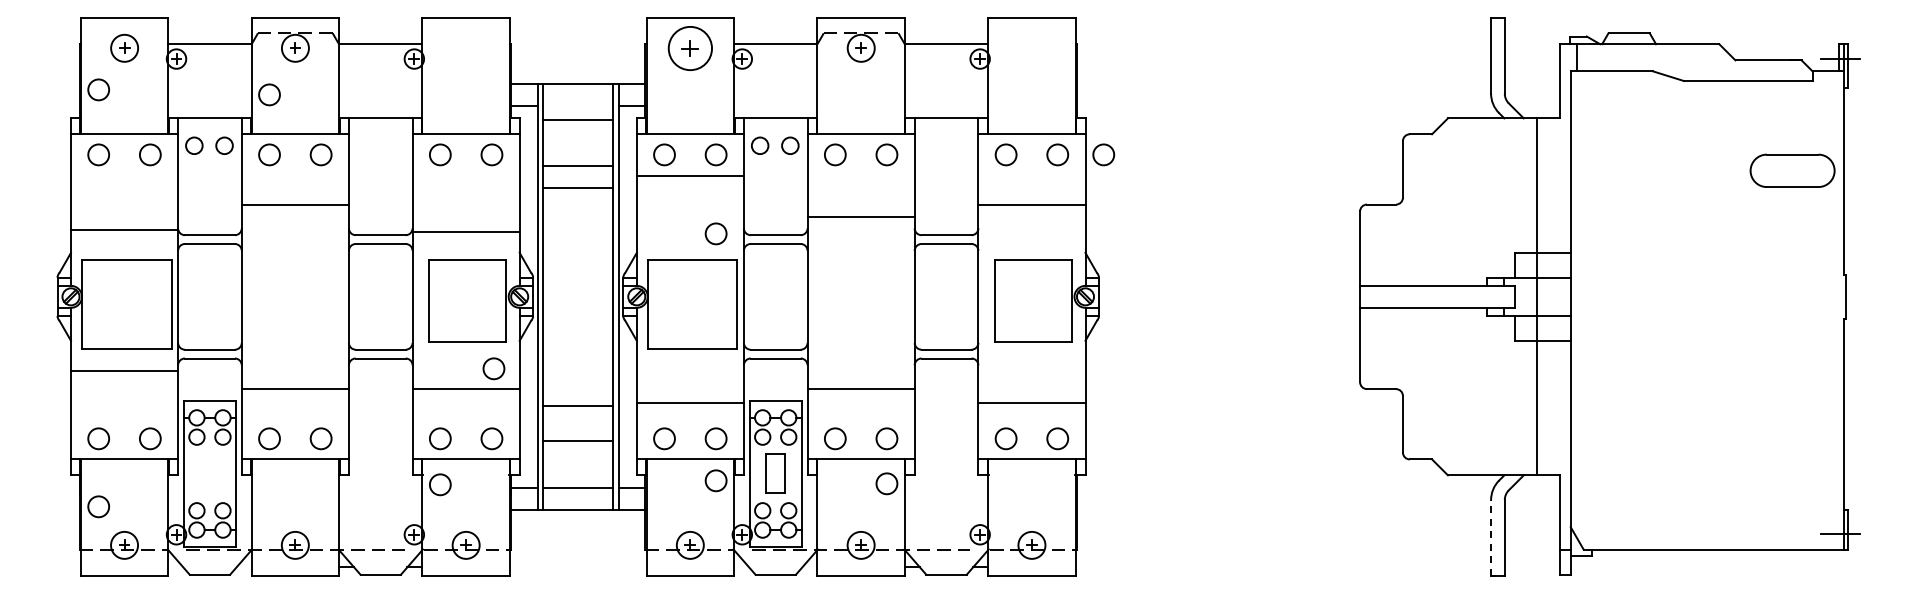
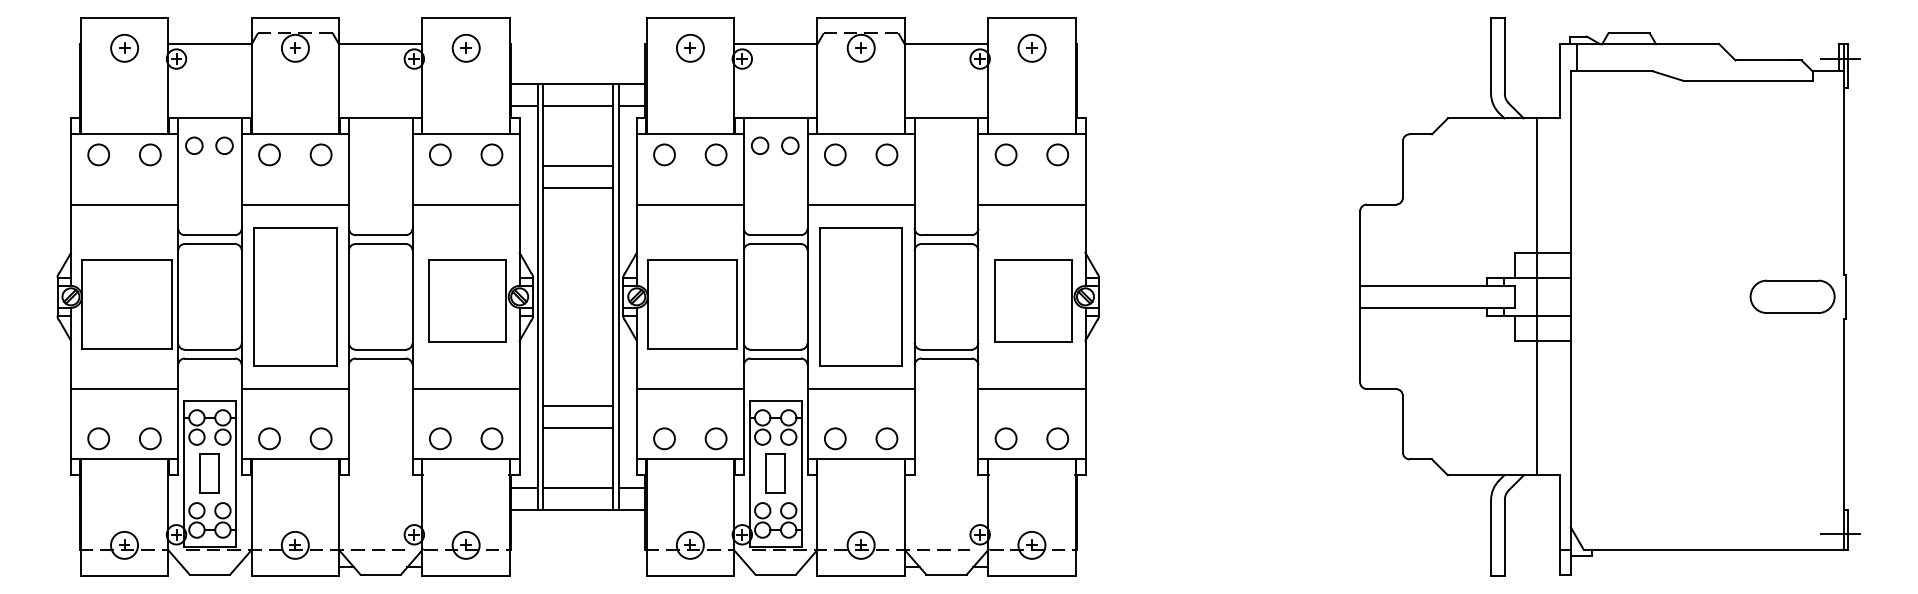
part at (465, 47): none -> present
part at (1031, 47): none -> present
part at (689, 48) size: 46x45 px -> 29x30 px
circle at (98, 89): present -> none
circle at (269, 94): present -> none
line at (578, 119) position: (578, 119) -> (578, 105)
circle at (1103, 154): present -> none
part at (1792, 170) position: (1792, 170) -> (1792, 296)
line at (689, 175) position: (689, 175) -> (689, 204)
line at (860, 216) position: (860, 216) -> (860, 204)
line at (124, 229) position: (124, 229) -> (124, 204)
line at (465, 231) position: (465, 231) -> (465, 204)
circle at (715, 233): present -> none
part at (295, 296): none -> present
part at (860, 296): none -> present
circle at (493, 368): present -> none
line at (124, 371) position: (124, 371) -> (124, 389)
line at (689, 403) position: (689, 403) -> (689, 389)
line at (1031, 403) position: (1031, 403) -> (1031, 389)
line at (578, 440) position: (578, 440) -> (578, 427)
part at (209, 473): none -> present
circle at (715, 480): present -> none
circle at (886, 483): present -> none
circle at (440, 484): present -> none
circle at (98, 506): present -> none
line at (1491, 537): dashed -> solid
